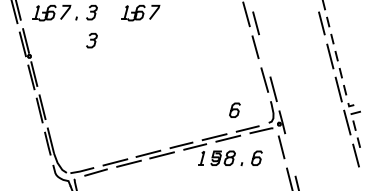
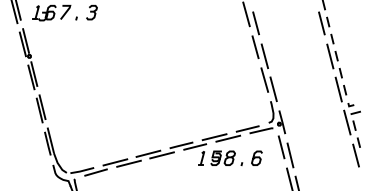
part at (140, 12): present -> none
part at (91, 40): present -> none
line at (264, 56): none -> present
curve at (234, 109): present -> none
line at (290, 155): none -> present
